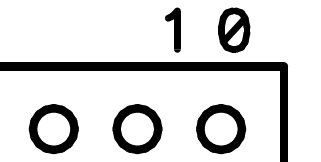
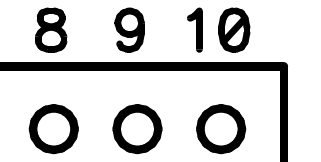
part at (51, 29): none -> present
part at (129, 29): none -> present
part at (172, 29) position: (172, 29) -> (194, 29)
